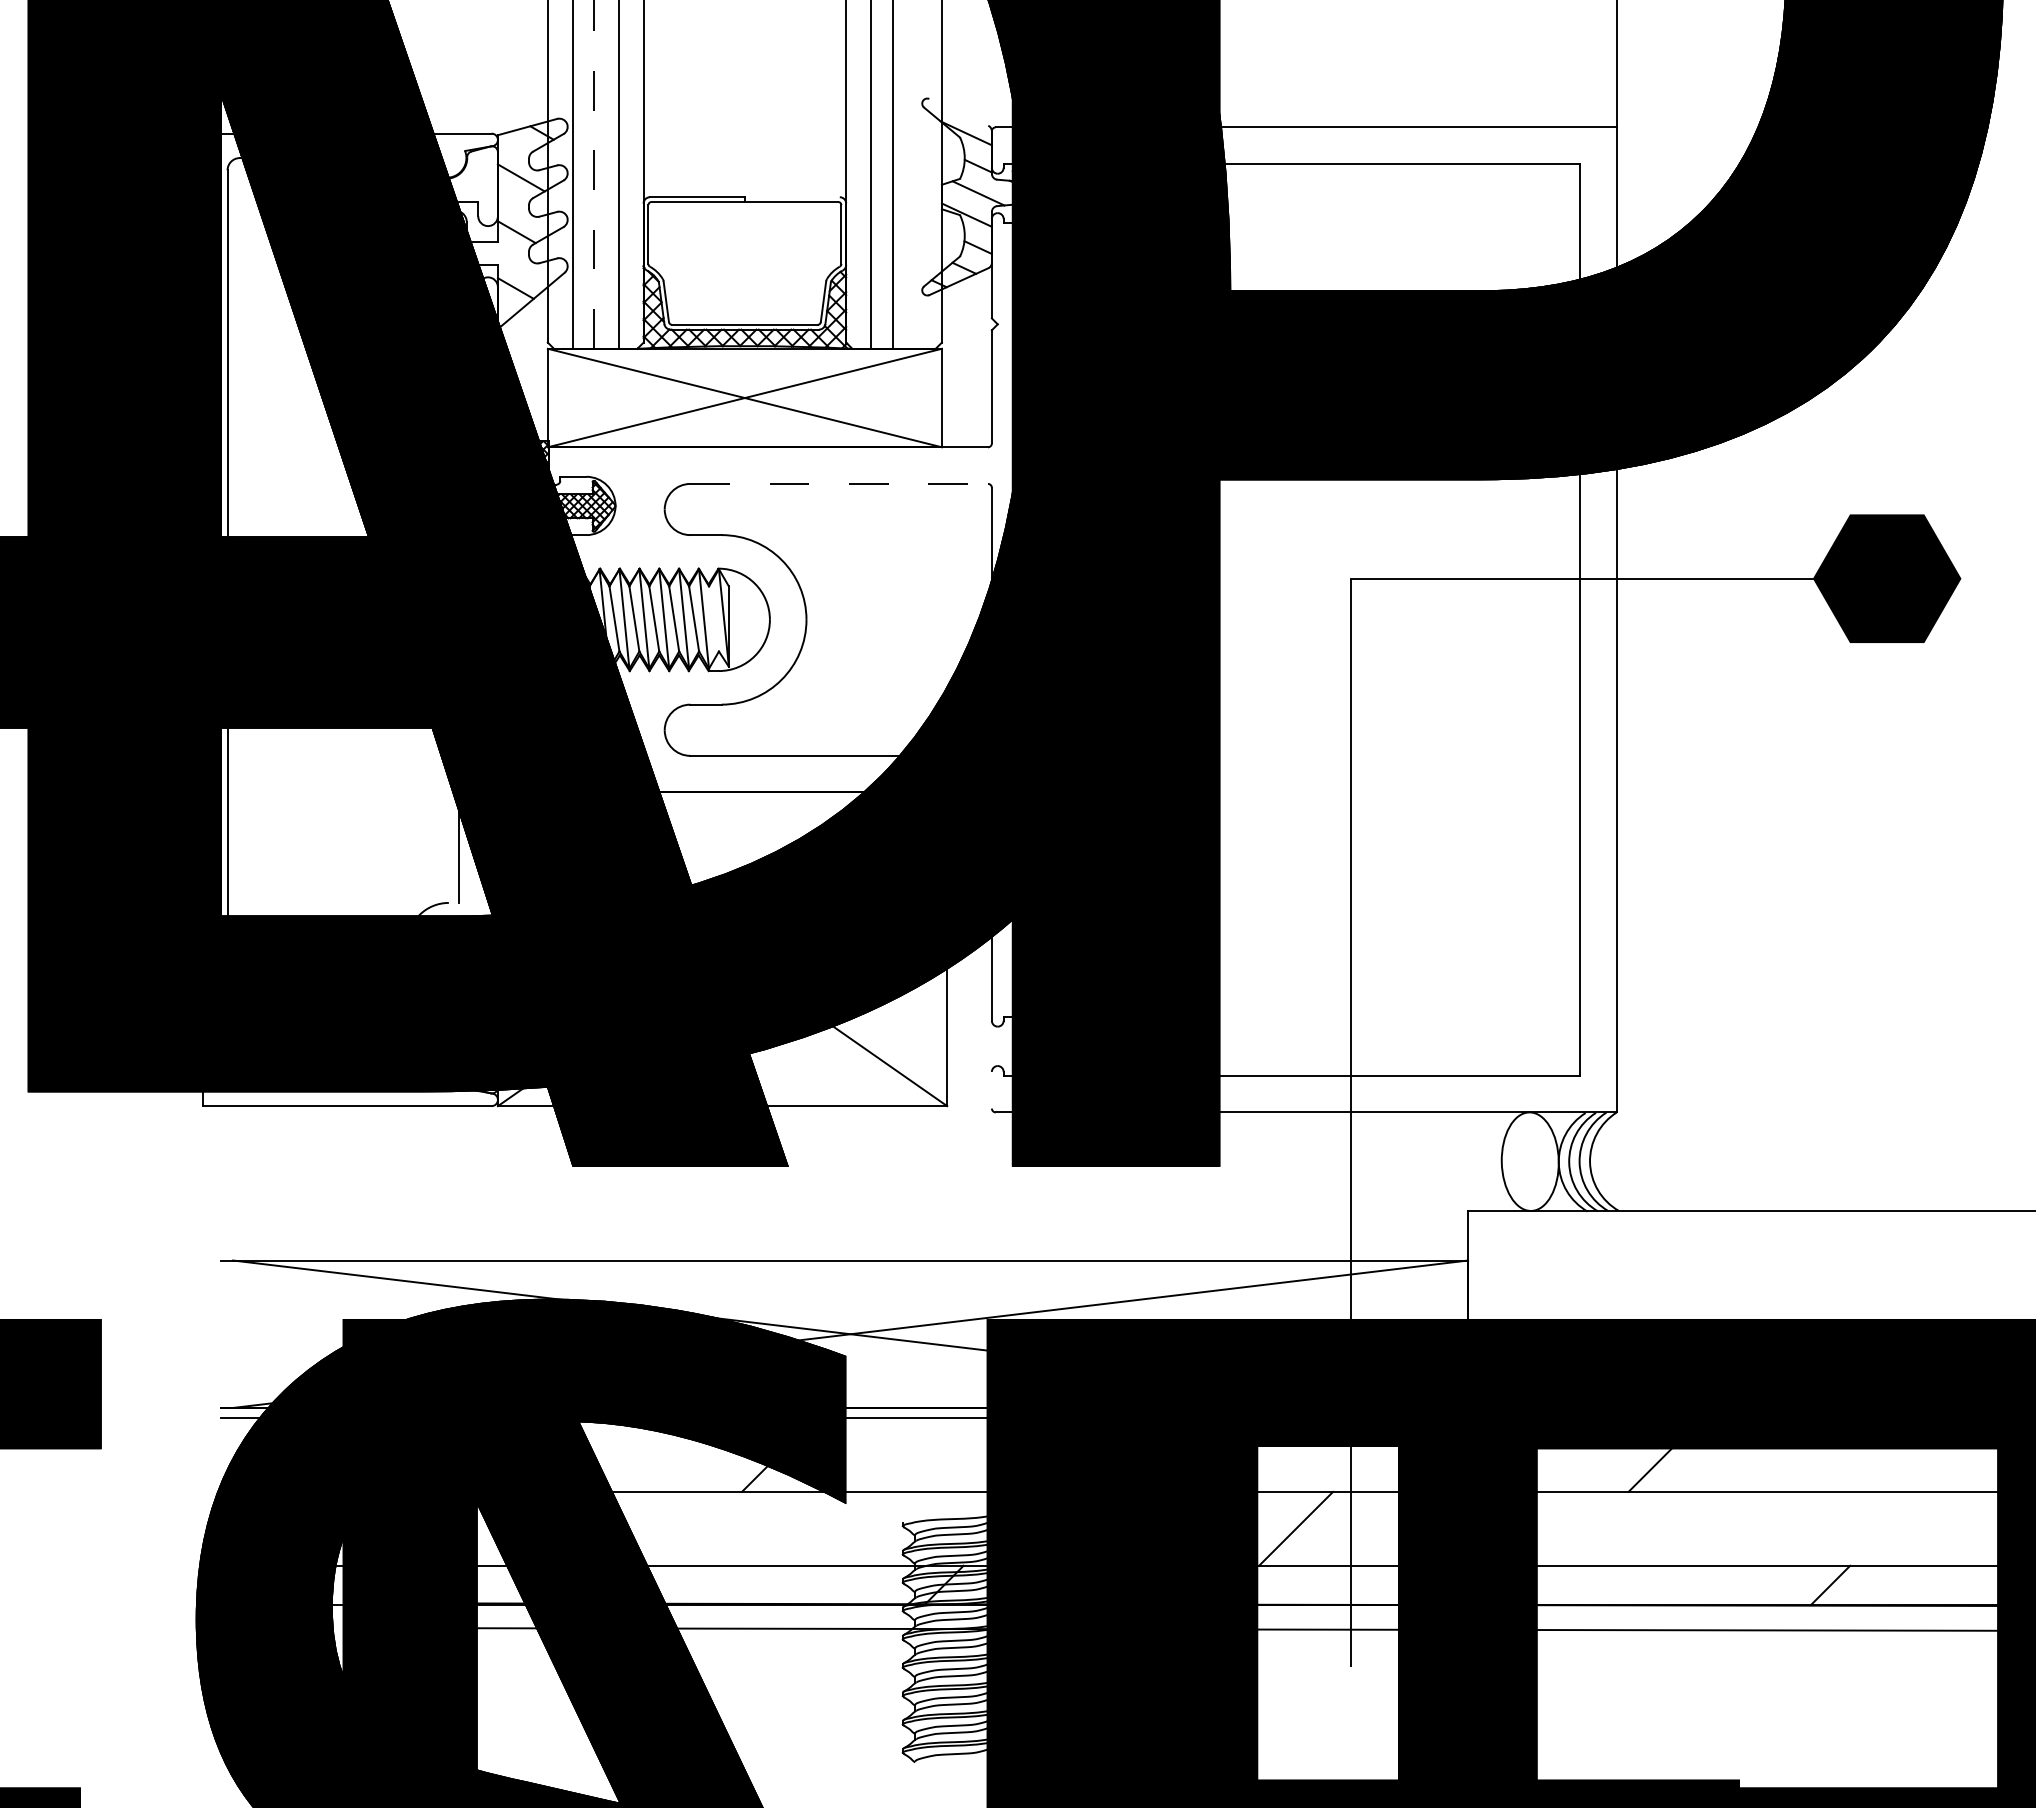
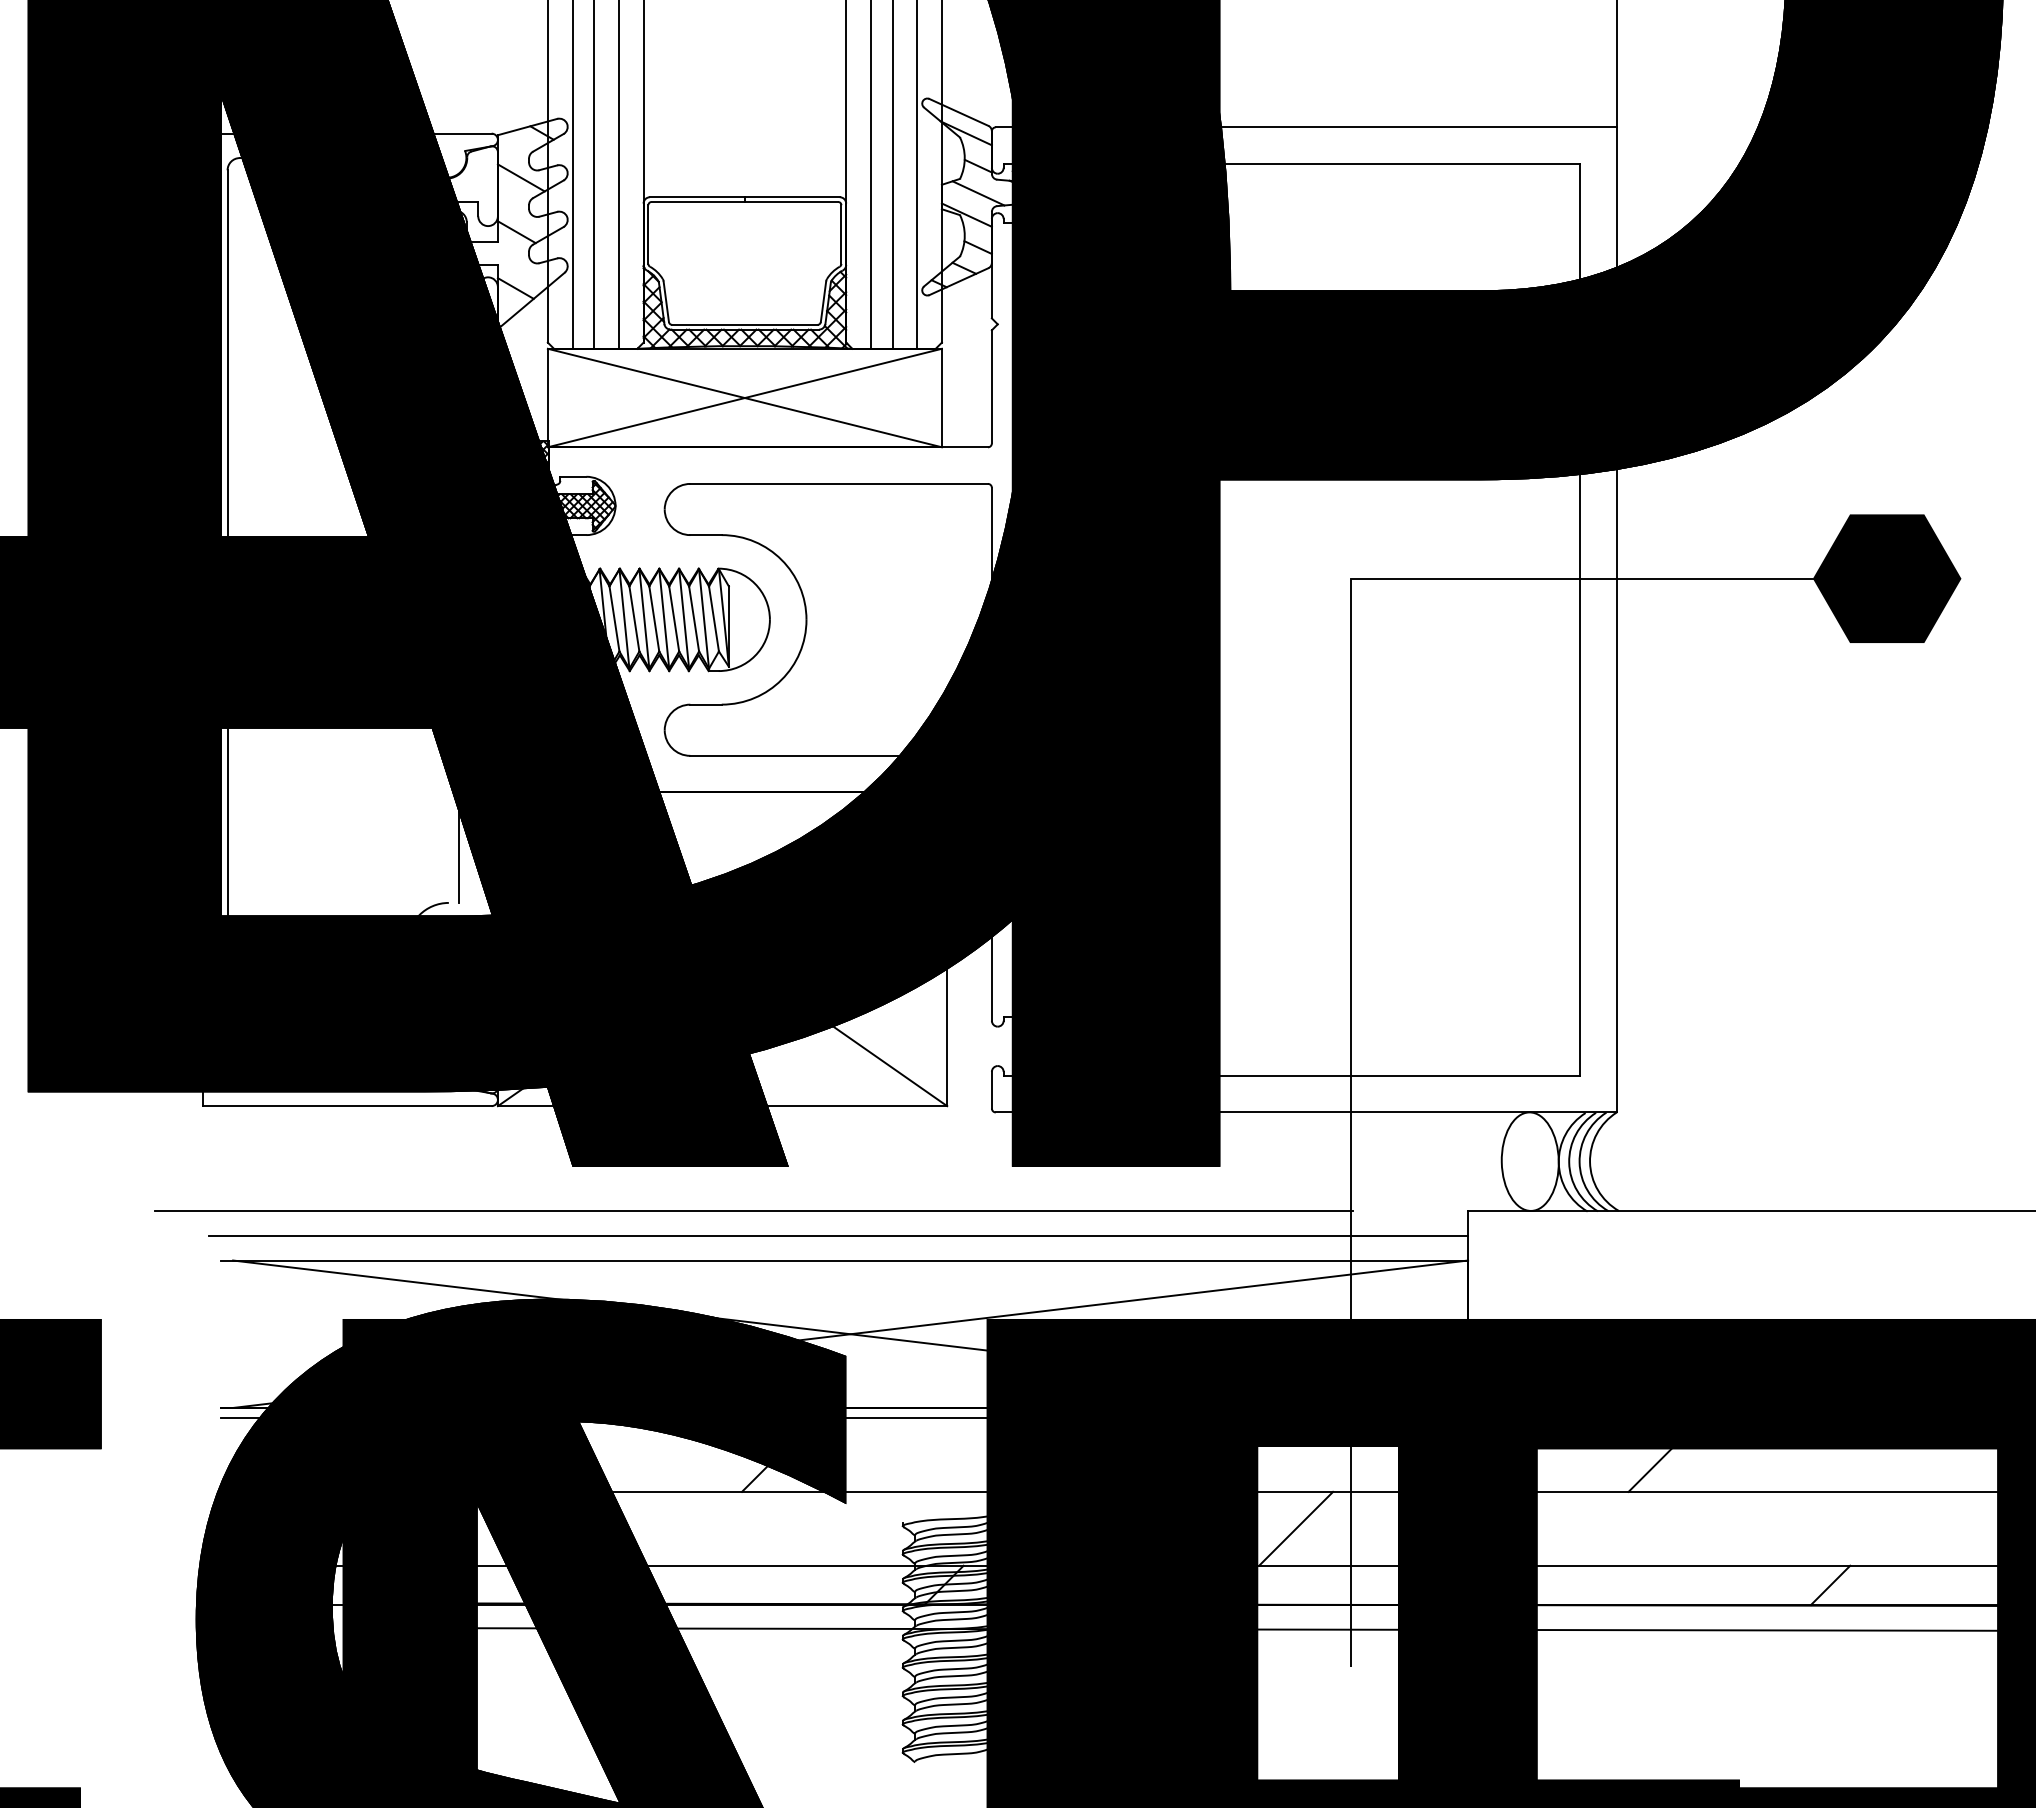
line at (958, 111): none -> present
line at (594, 174): dashed -> solid
line at (917, 175): none -> present
line at (791, 197): none -> present
line at (839, 483): dashed -> solid
line at (713, 618): none -> present
line at (991, 1089): none -> present
line at (754, 1210): none -> present
line at (838, 1235): none -> present
